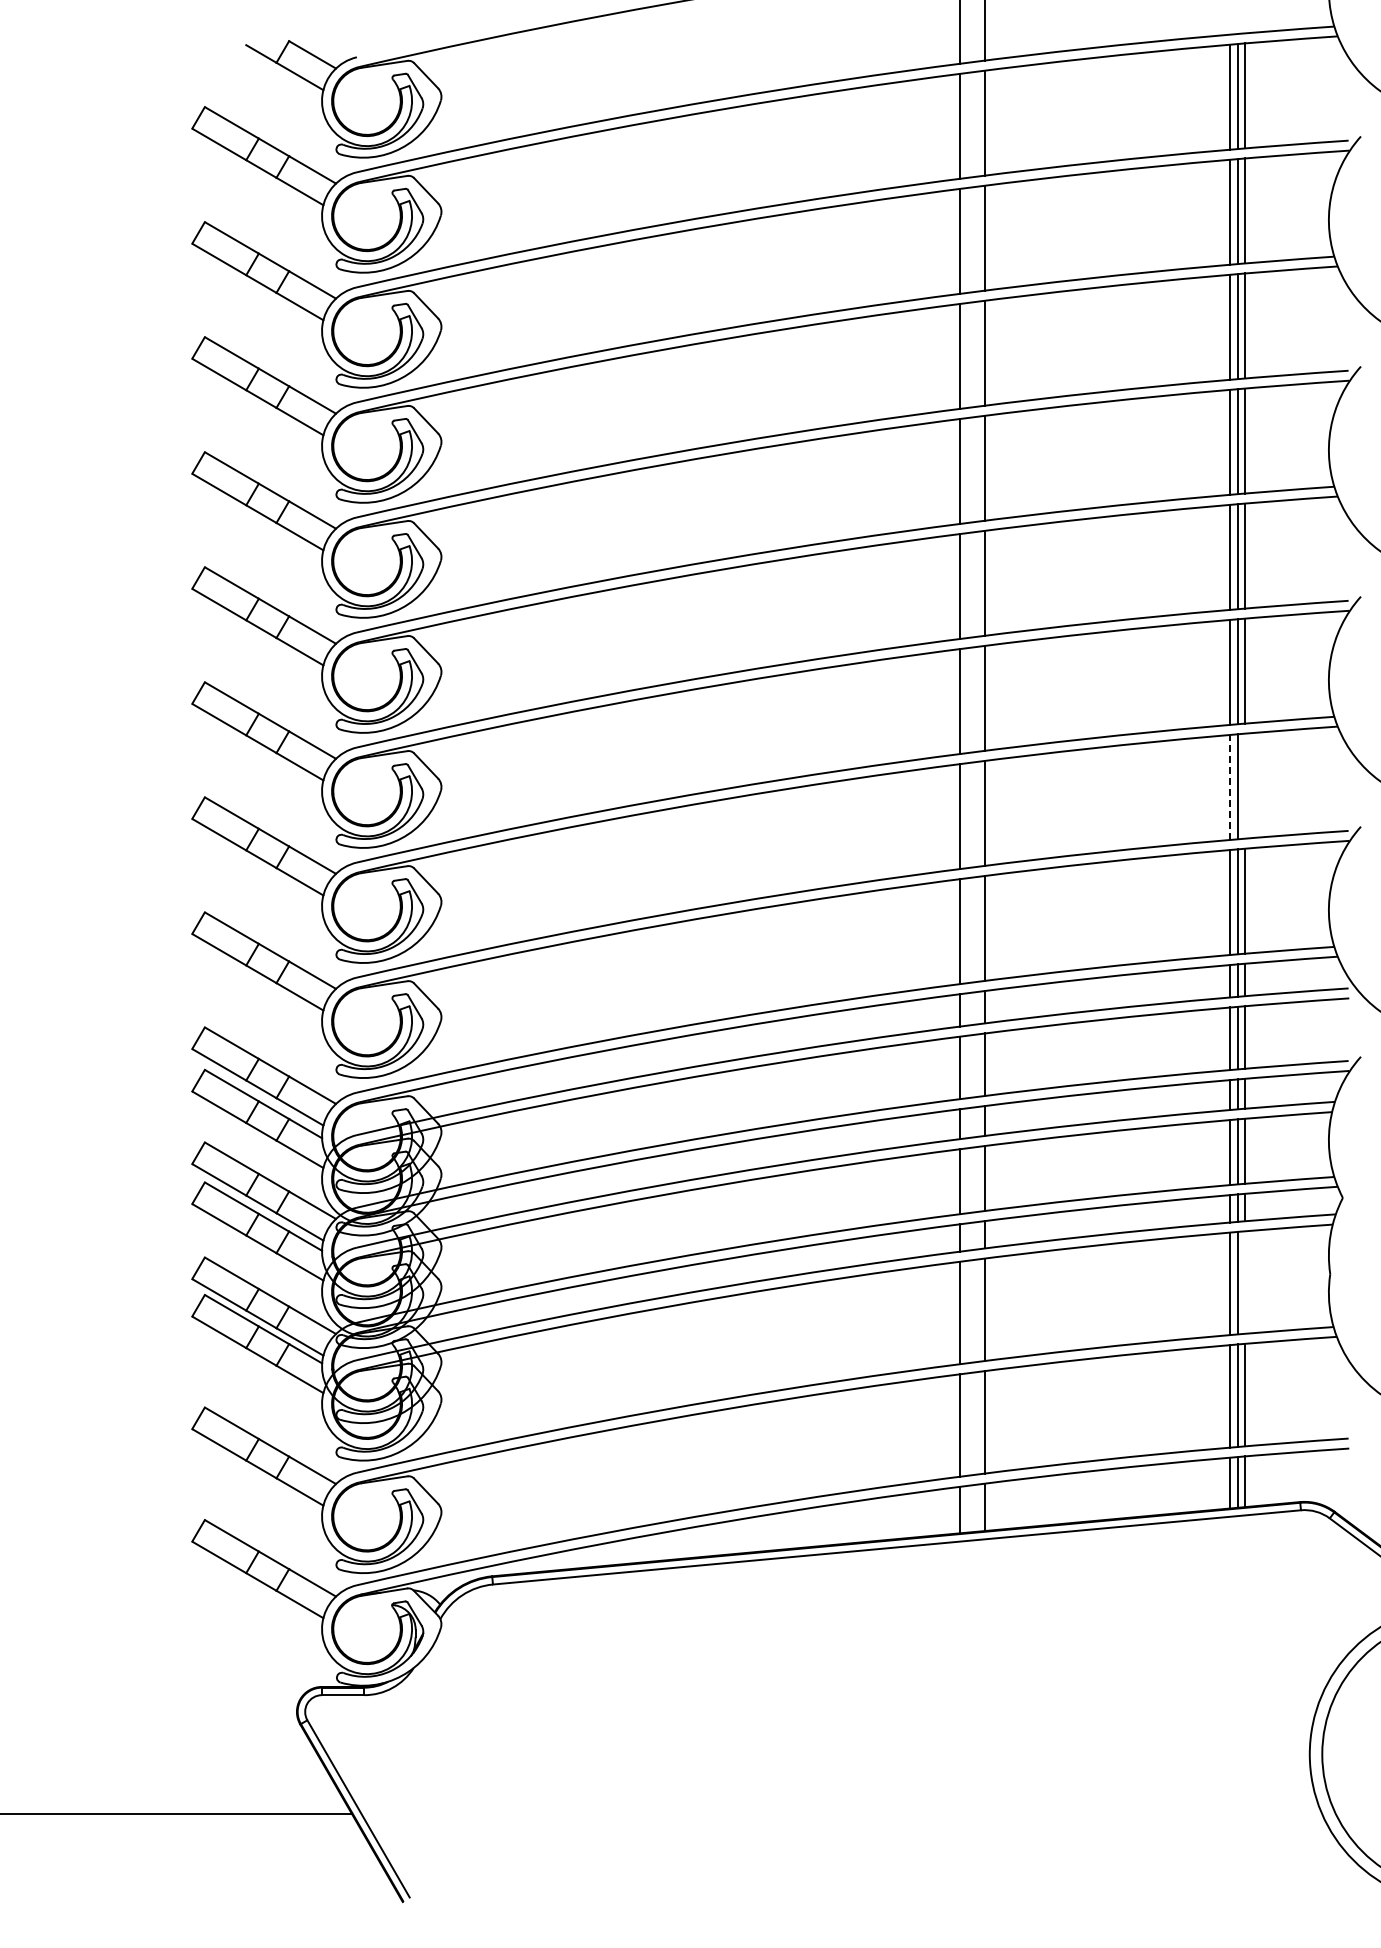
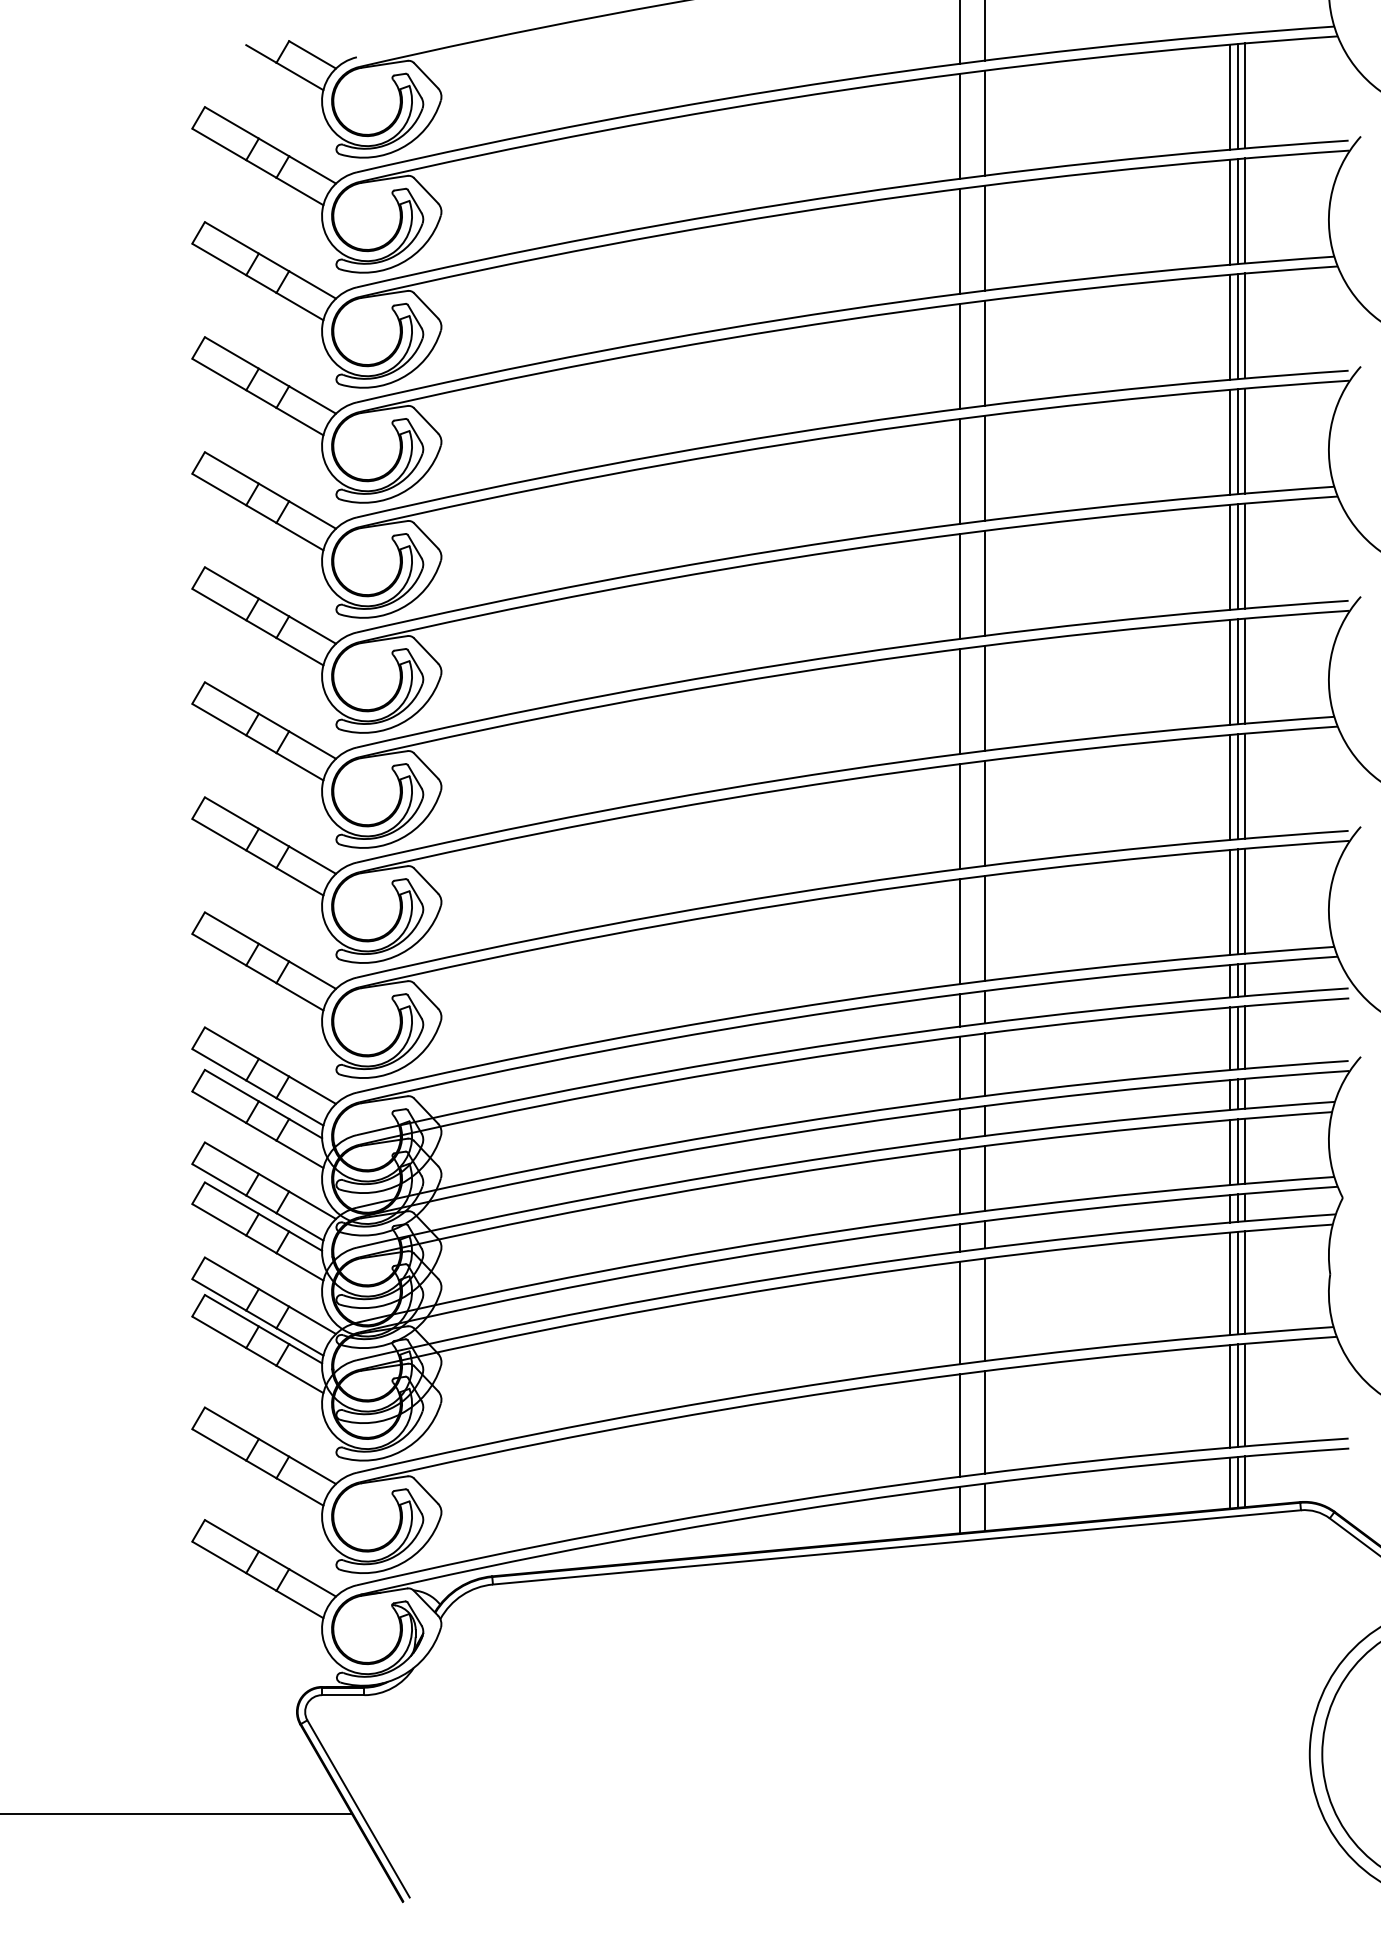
line at (1245, 785): none -> present
line at (1230, 786): dashed -> solid
line at (1245, 1282): none -> present
